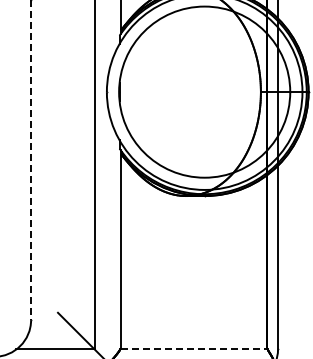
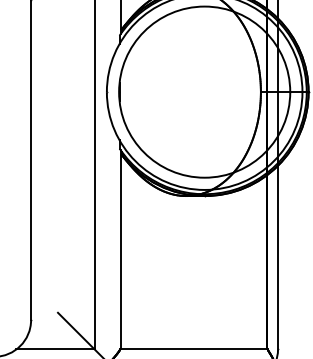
line at (31, 160): dashed -> solid
line at (194, 349): dashed -> solid
